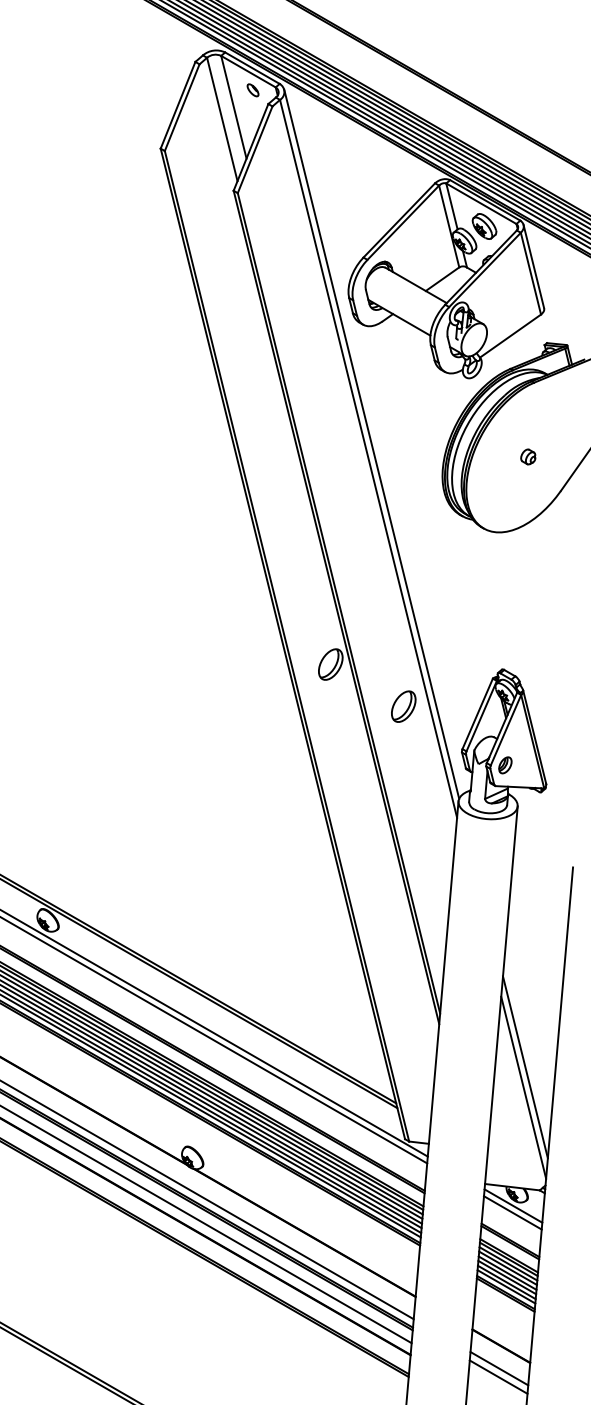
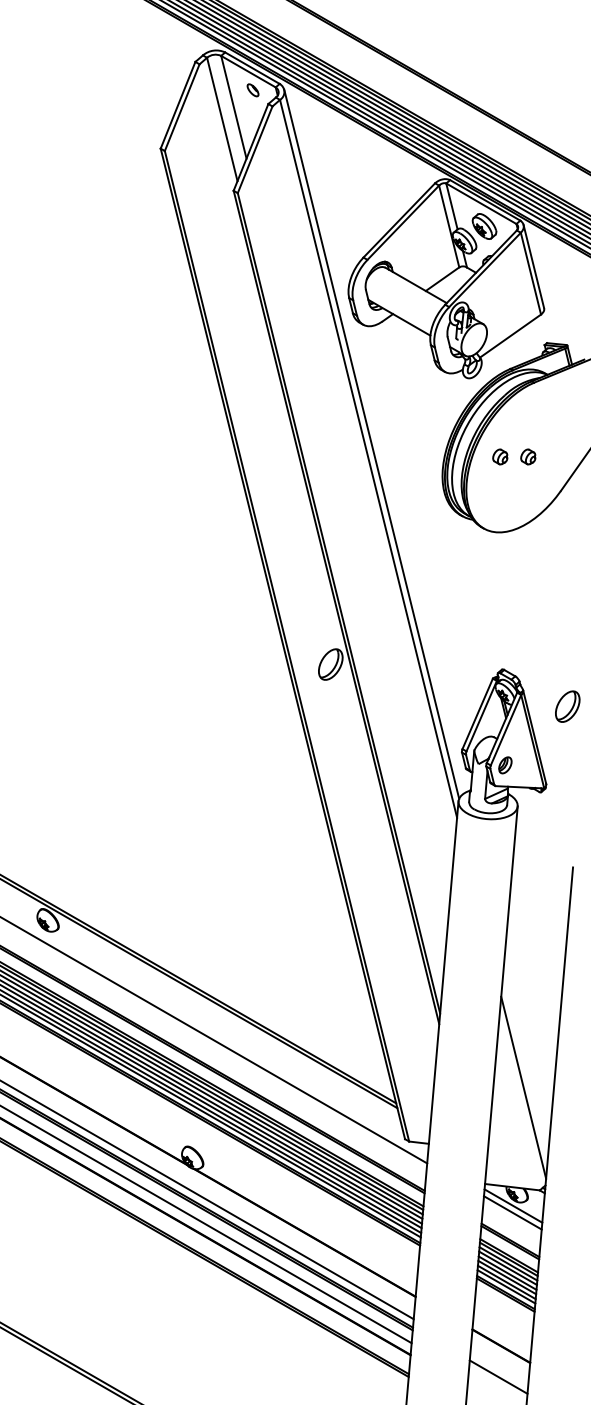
part at (500, 456): none -> present
part at (403, 706) position: (403, 706) -> (567, 706)
line at (214, 1033): present -> none
line at (525, 1067): present -> none
line at (499, 1368): present -> none
